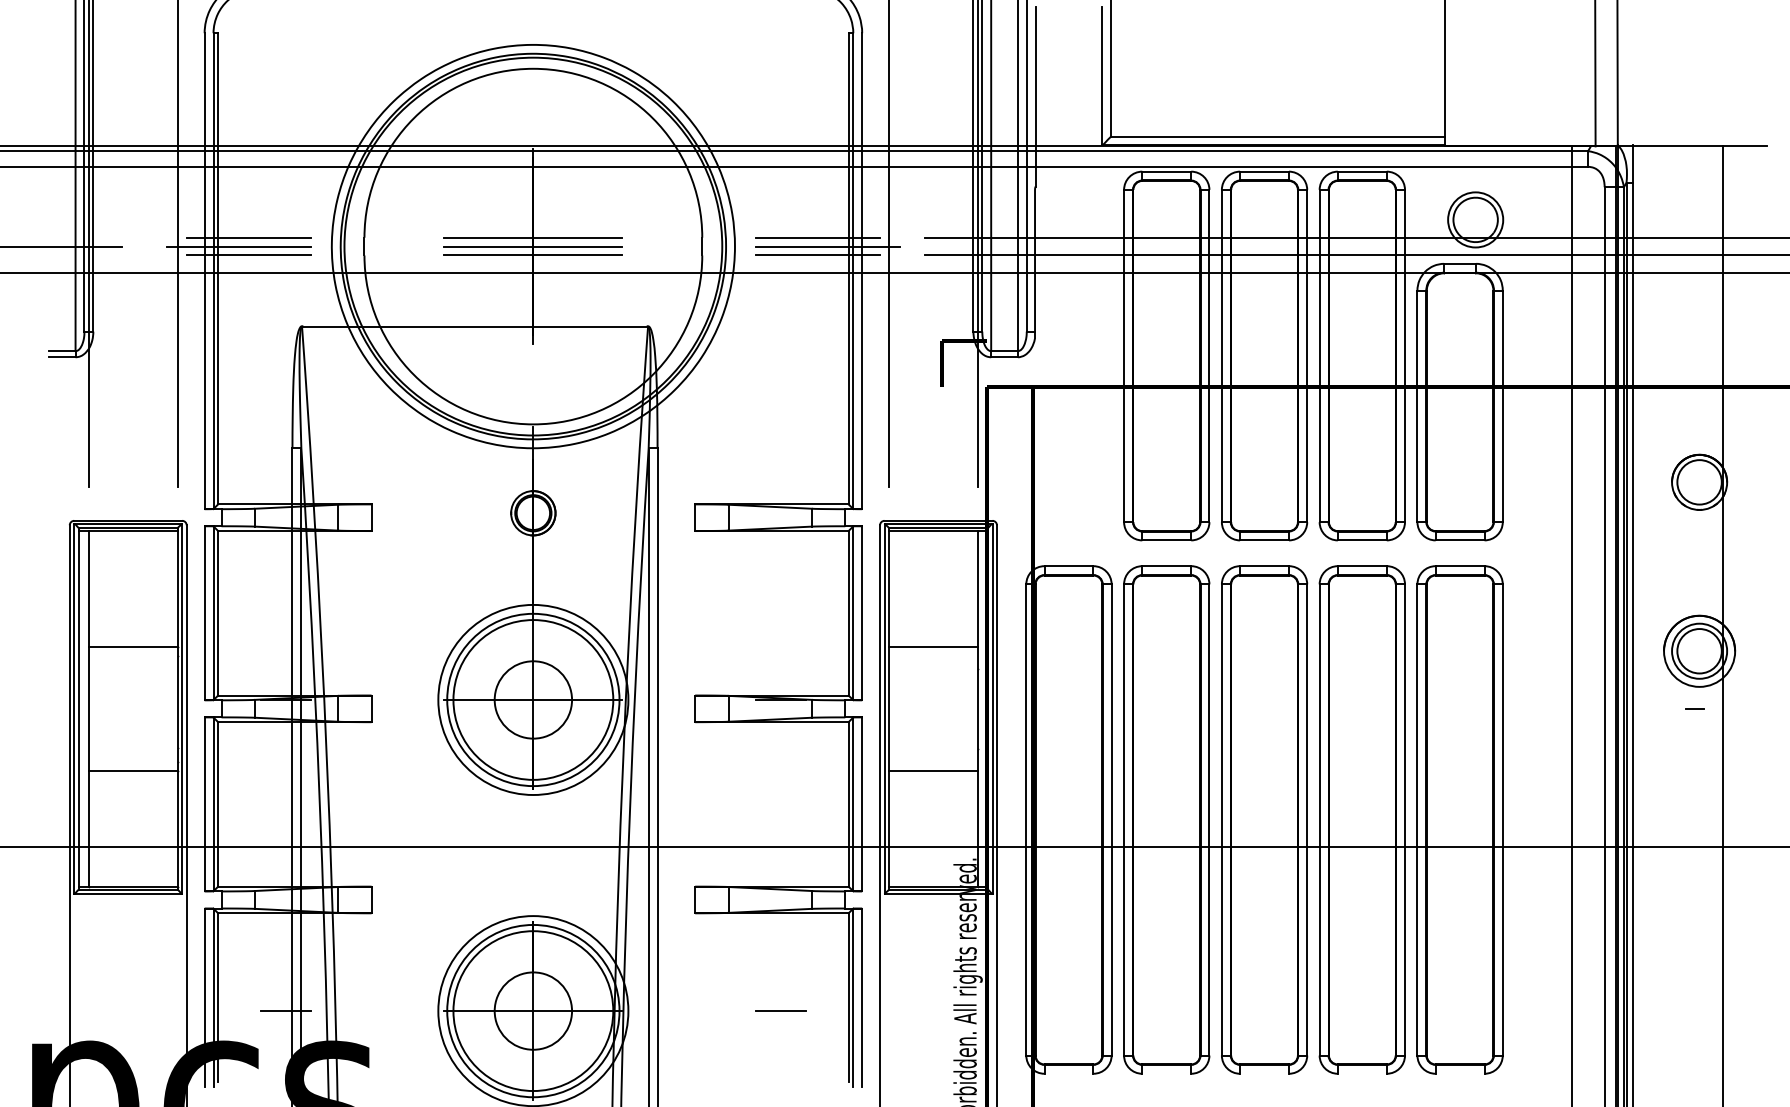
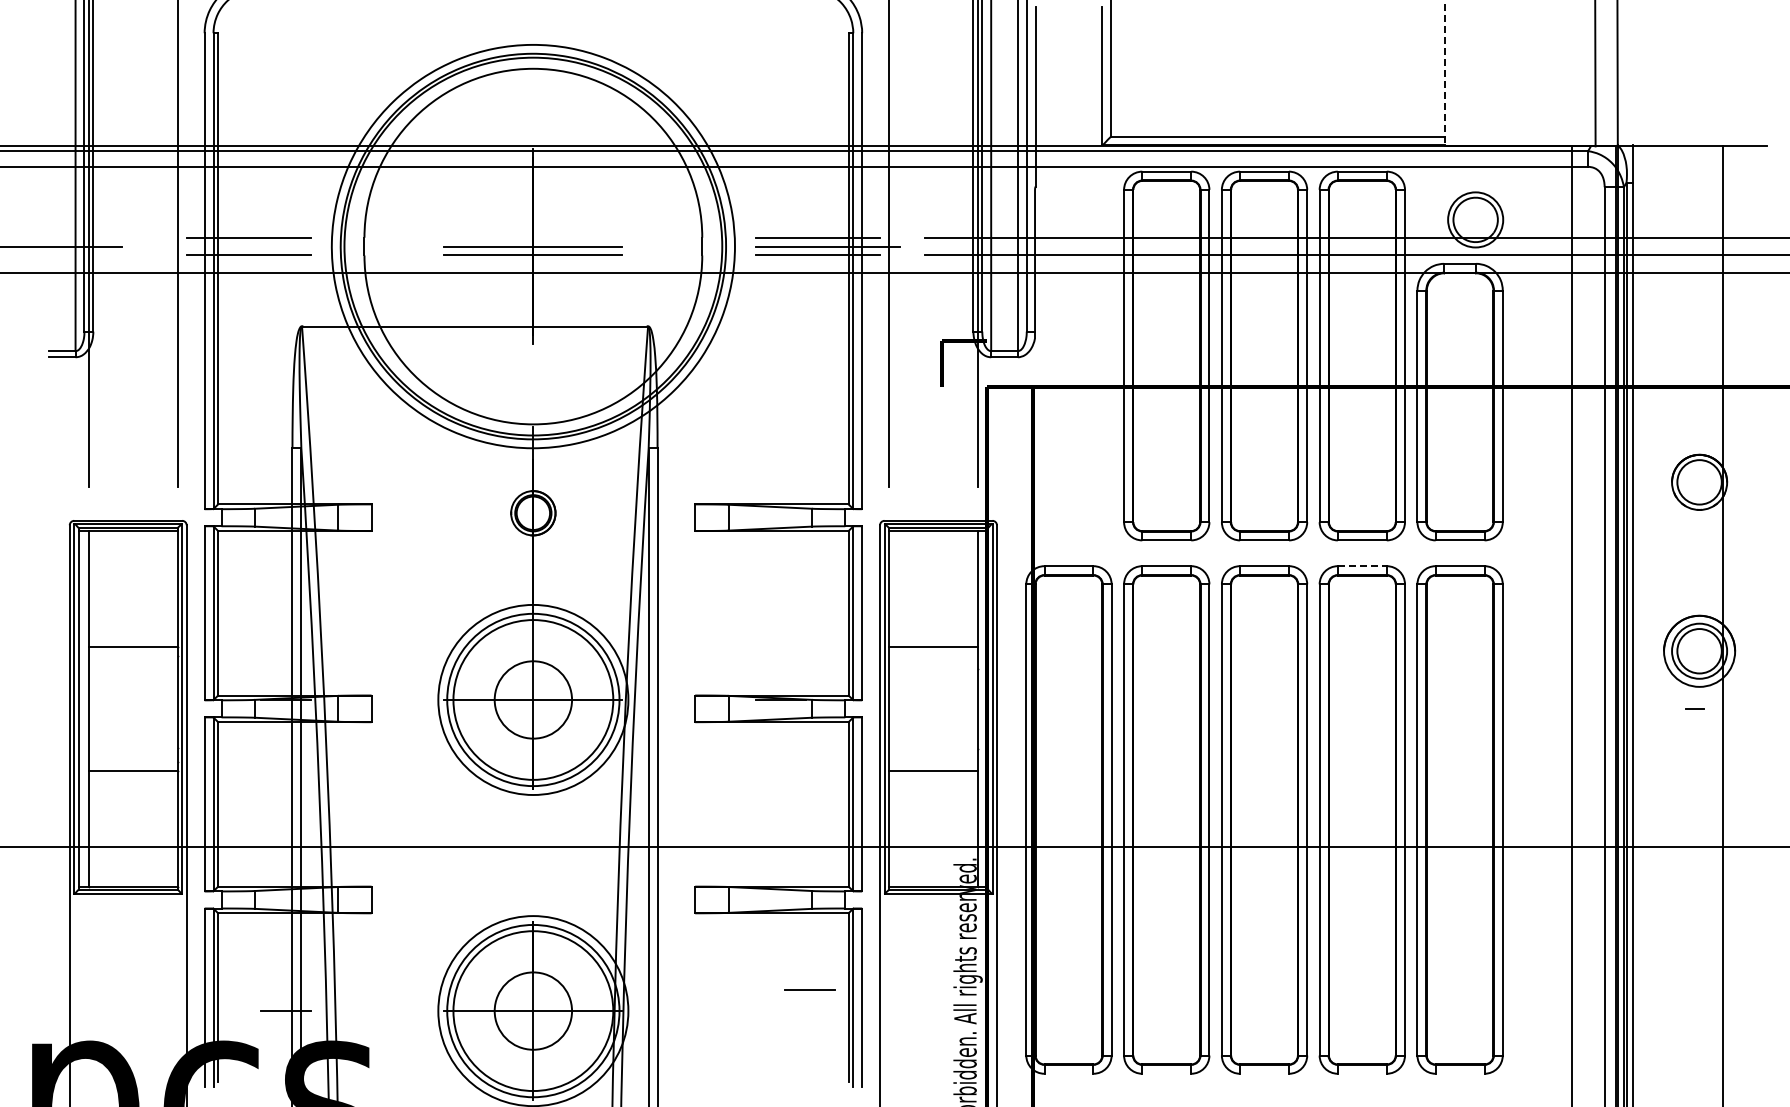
line at (1444, 73): solid -> dashed
line at (533, 237): present -> none
line at (238, 246): present -> none
line at (1362, 566): solid -> dashed
line at (780, 1010) position: (780, 1010) -> (809, 989)
